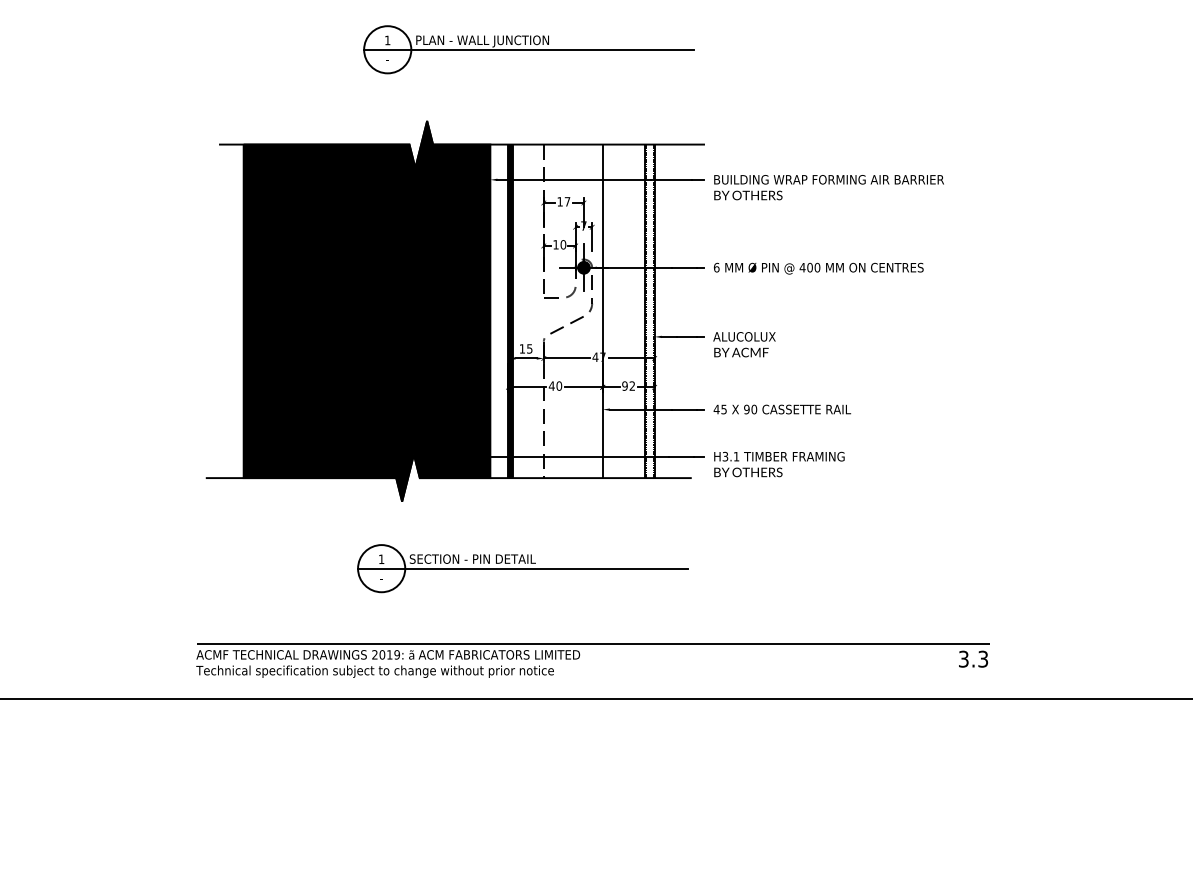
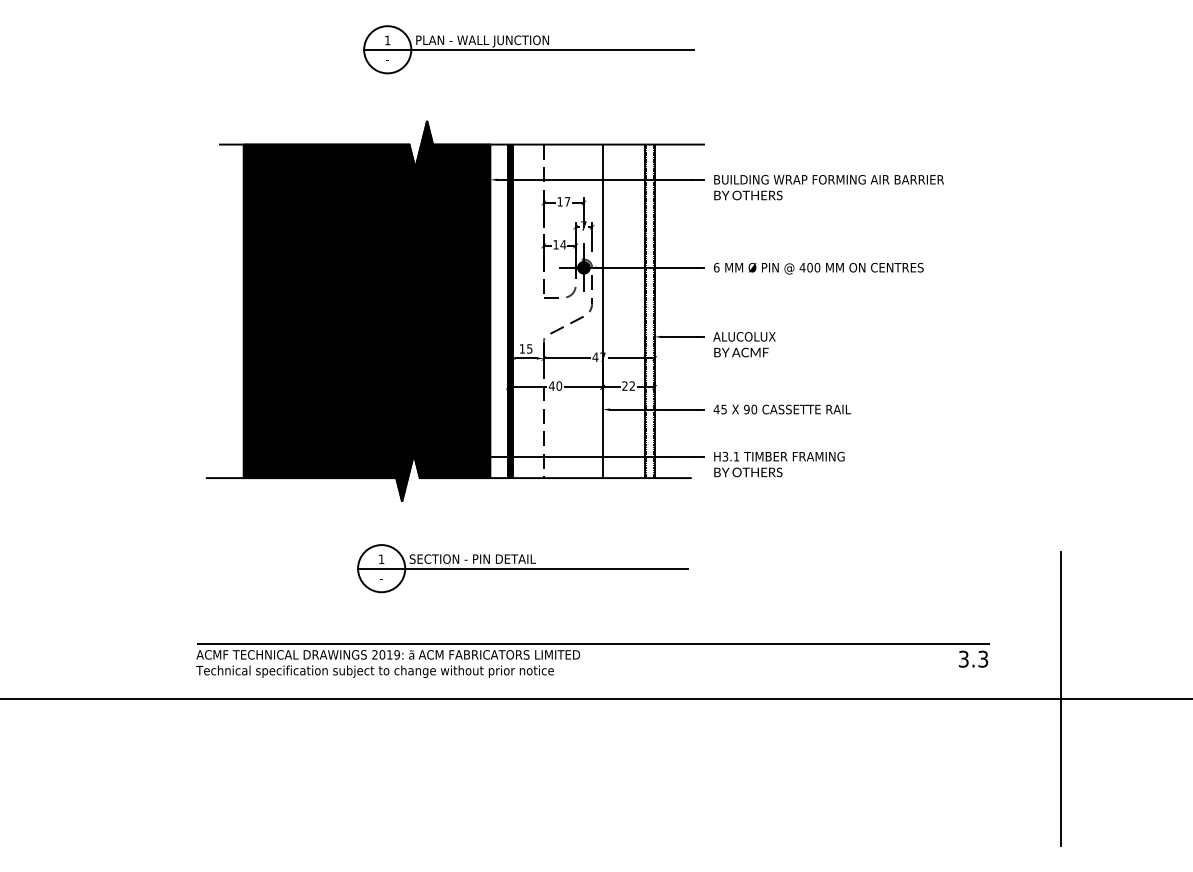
text at (563, 244): 10 -> 14
text at (624, 385): 92 -> 22
line at (1061, 698): none -> present
